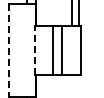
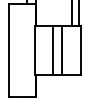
line at (34, 50): dashed -> solid
line at (9, 51): dashed -> solid
